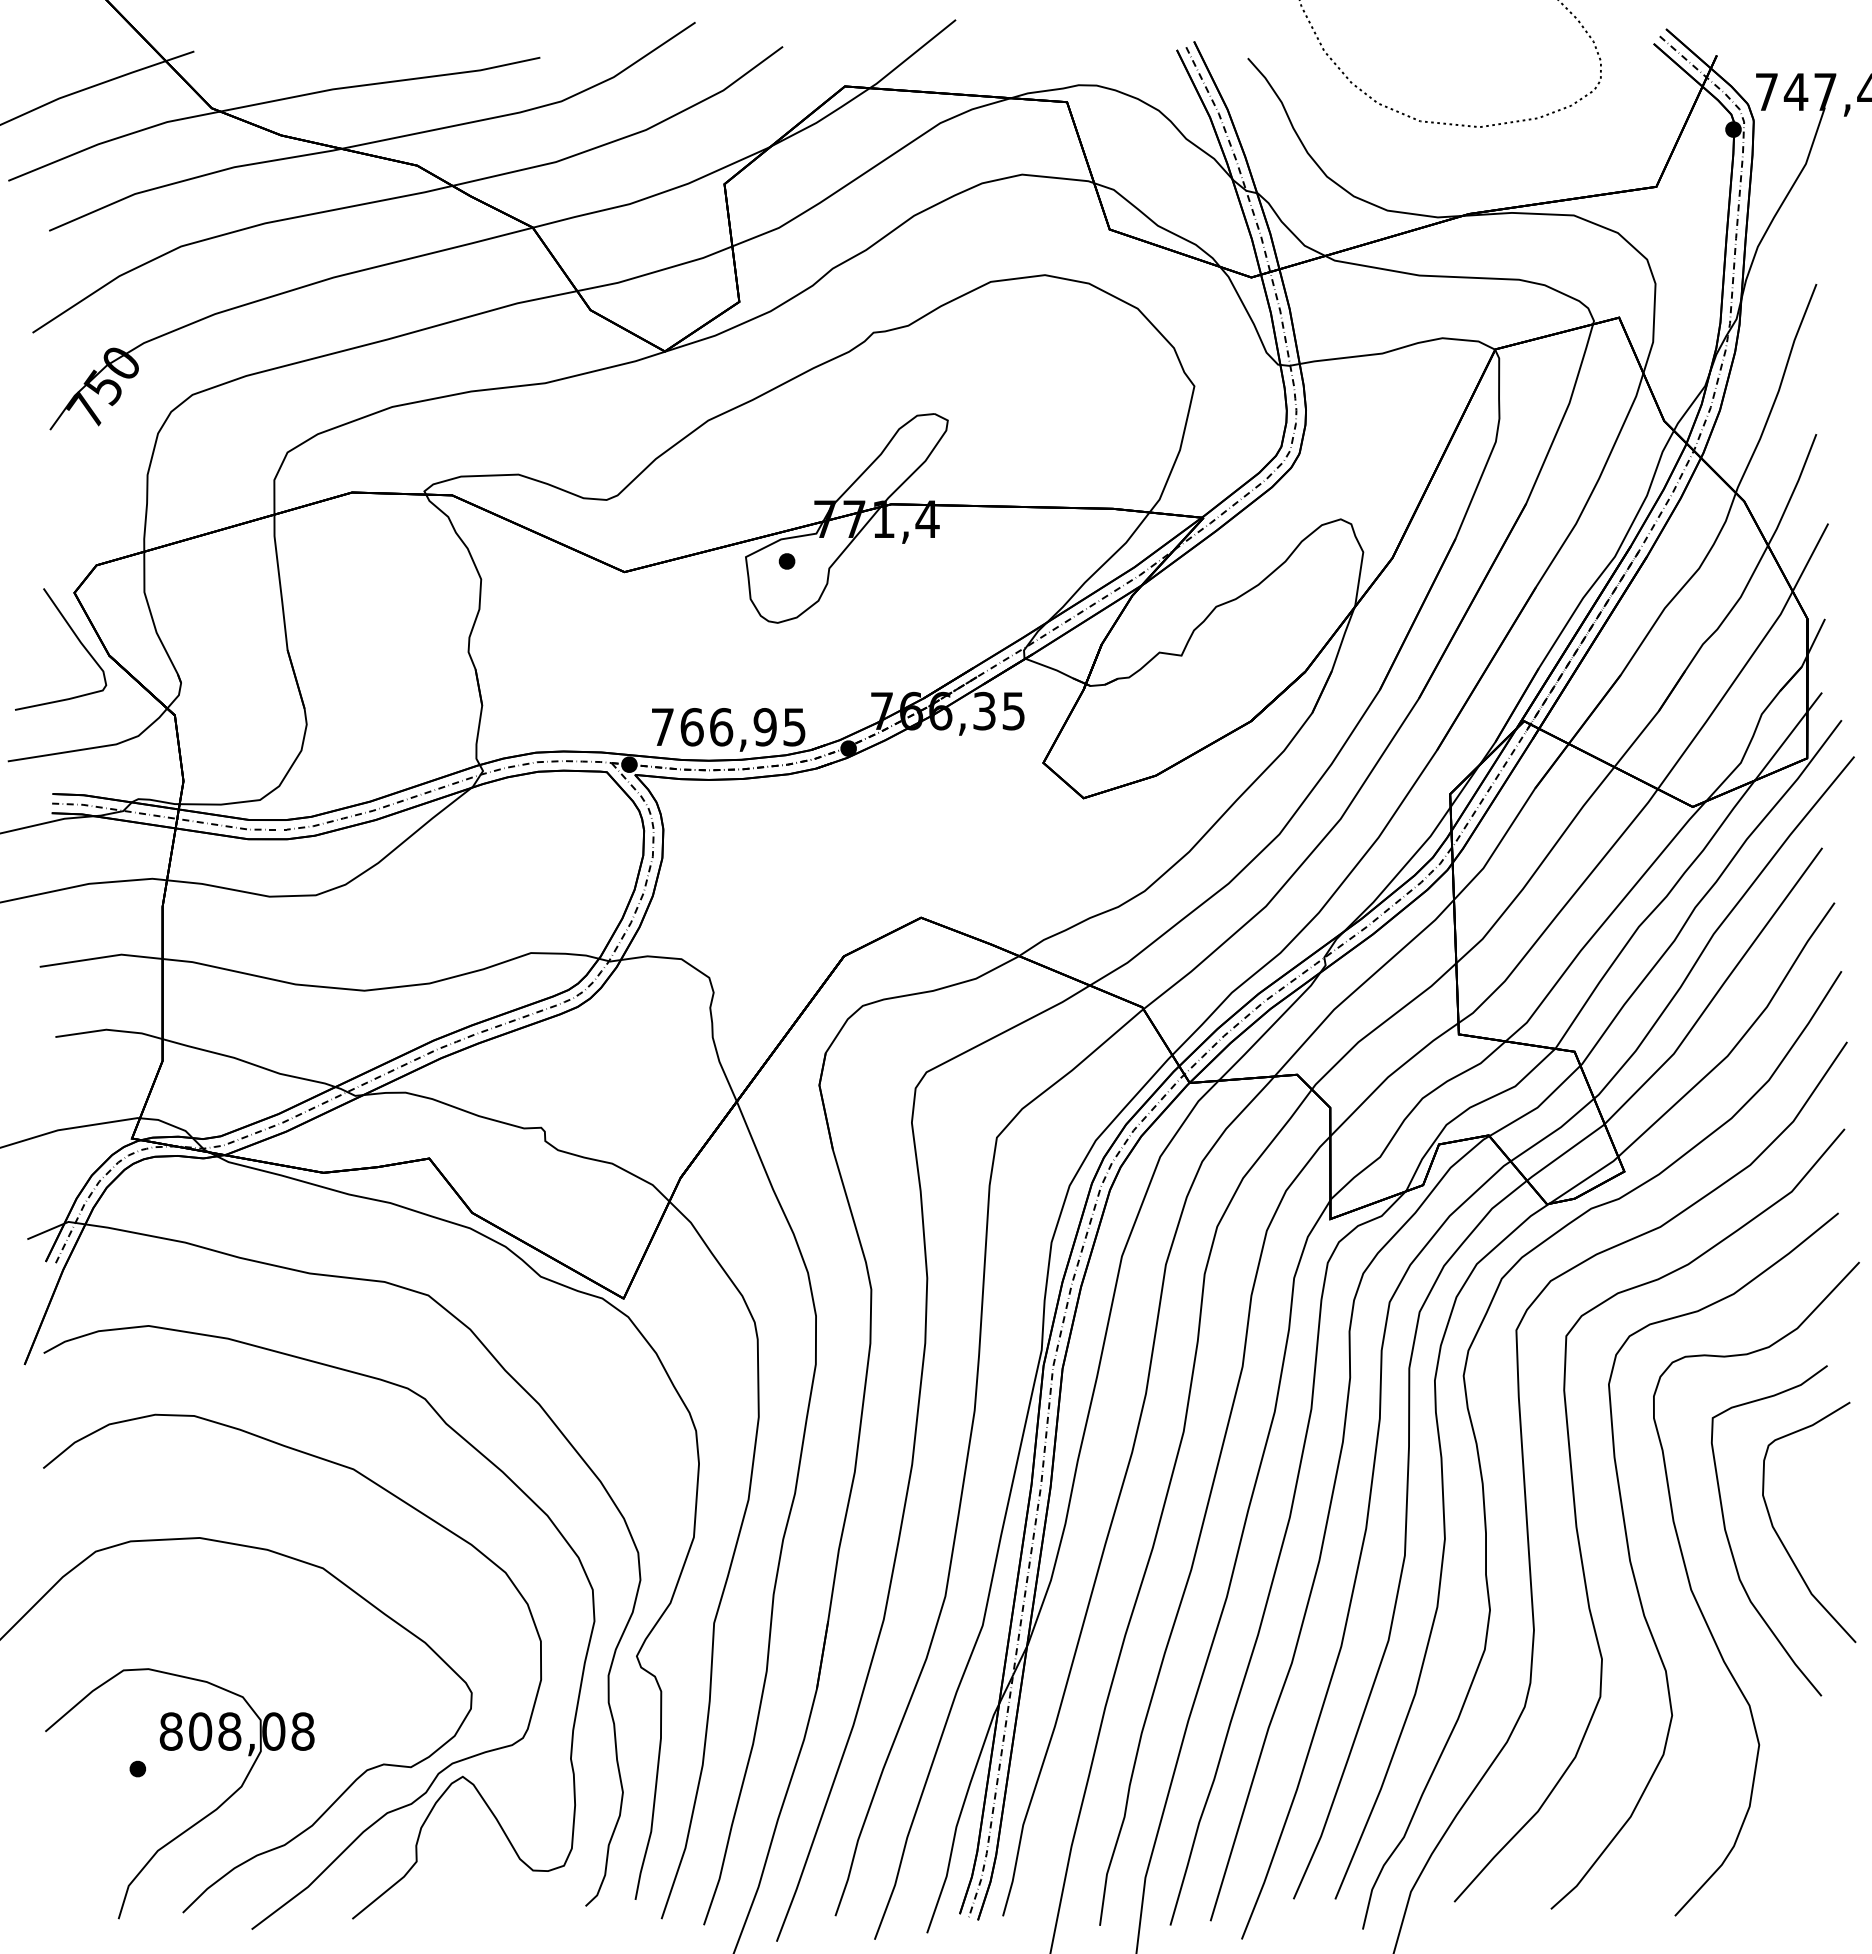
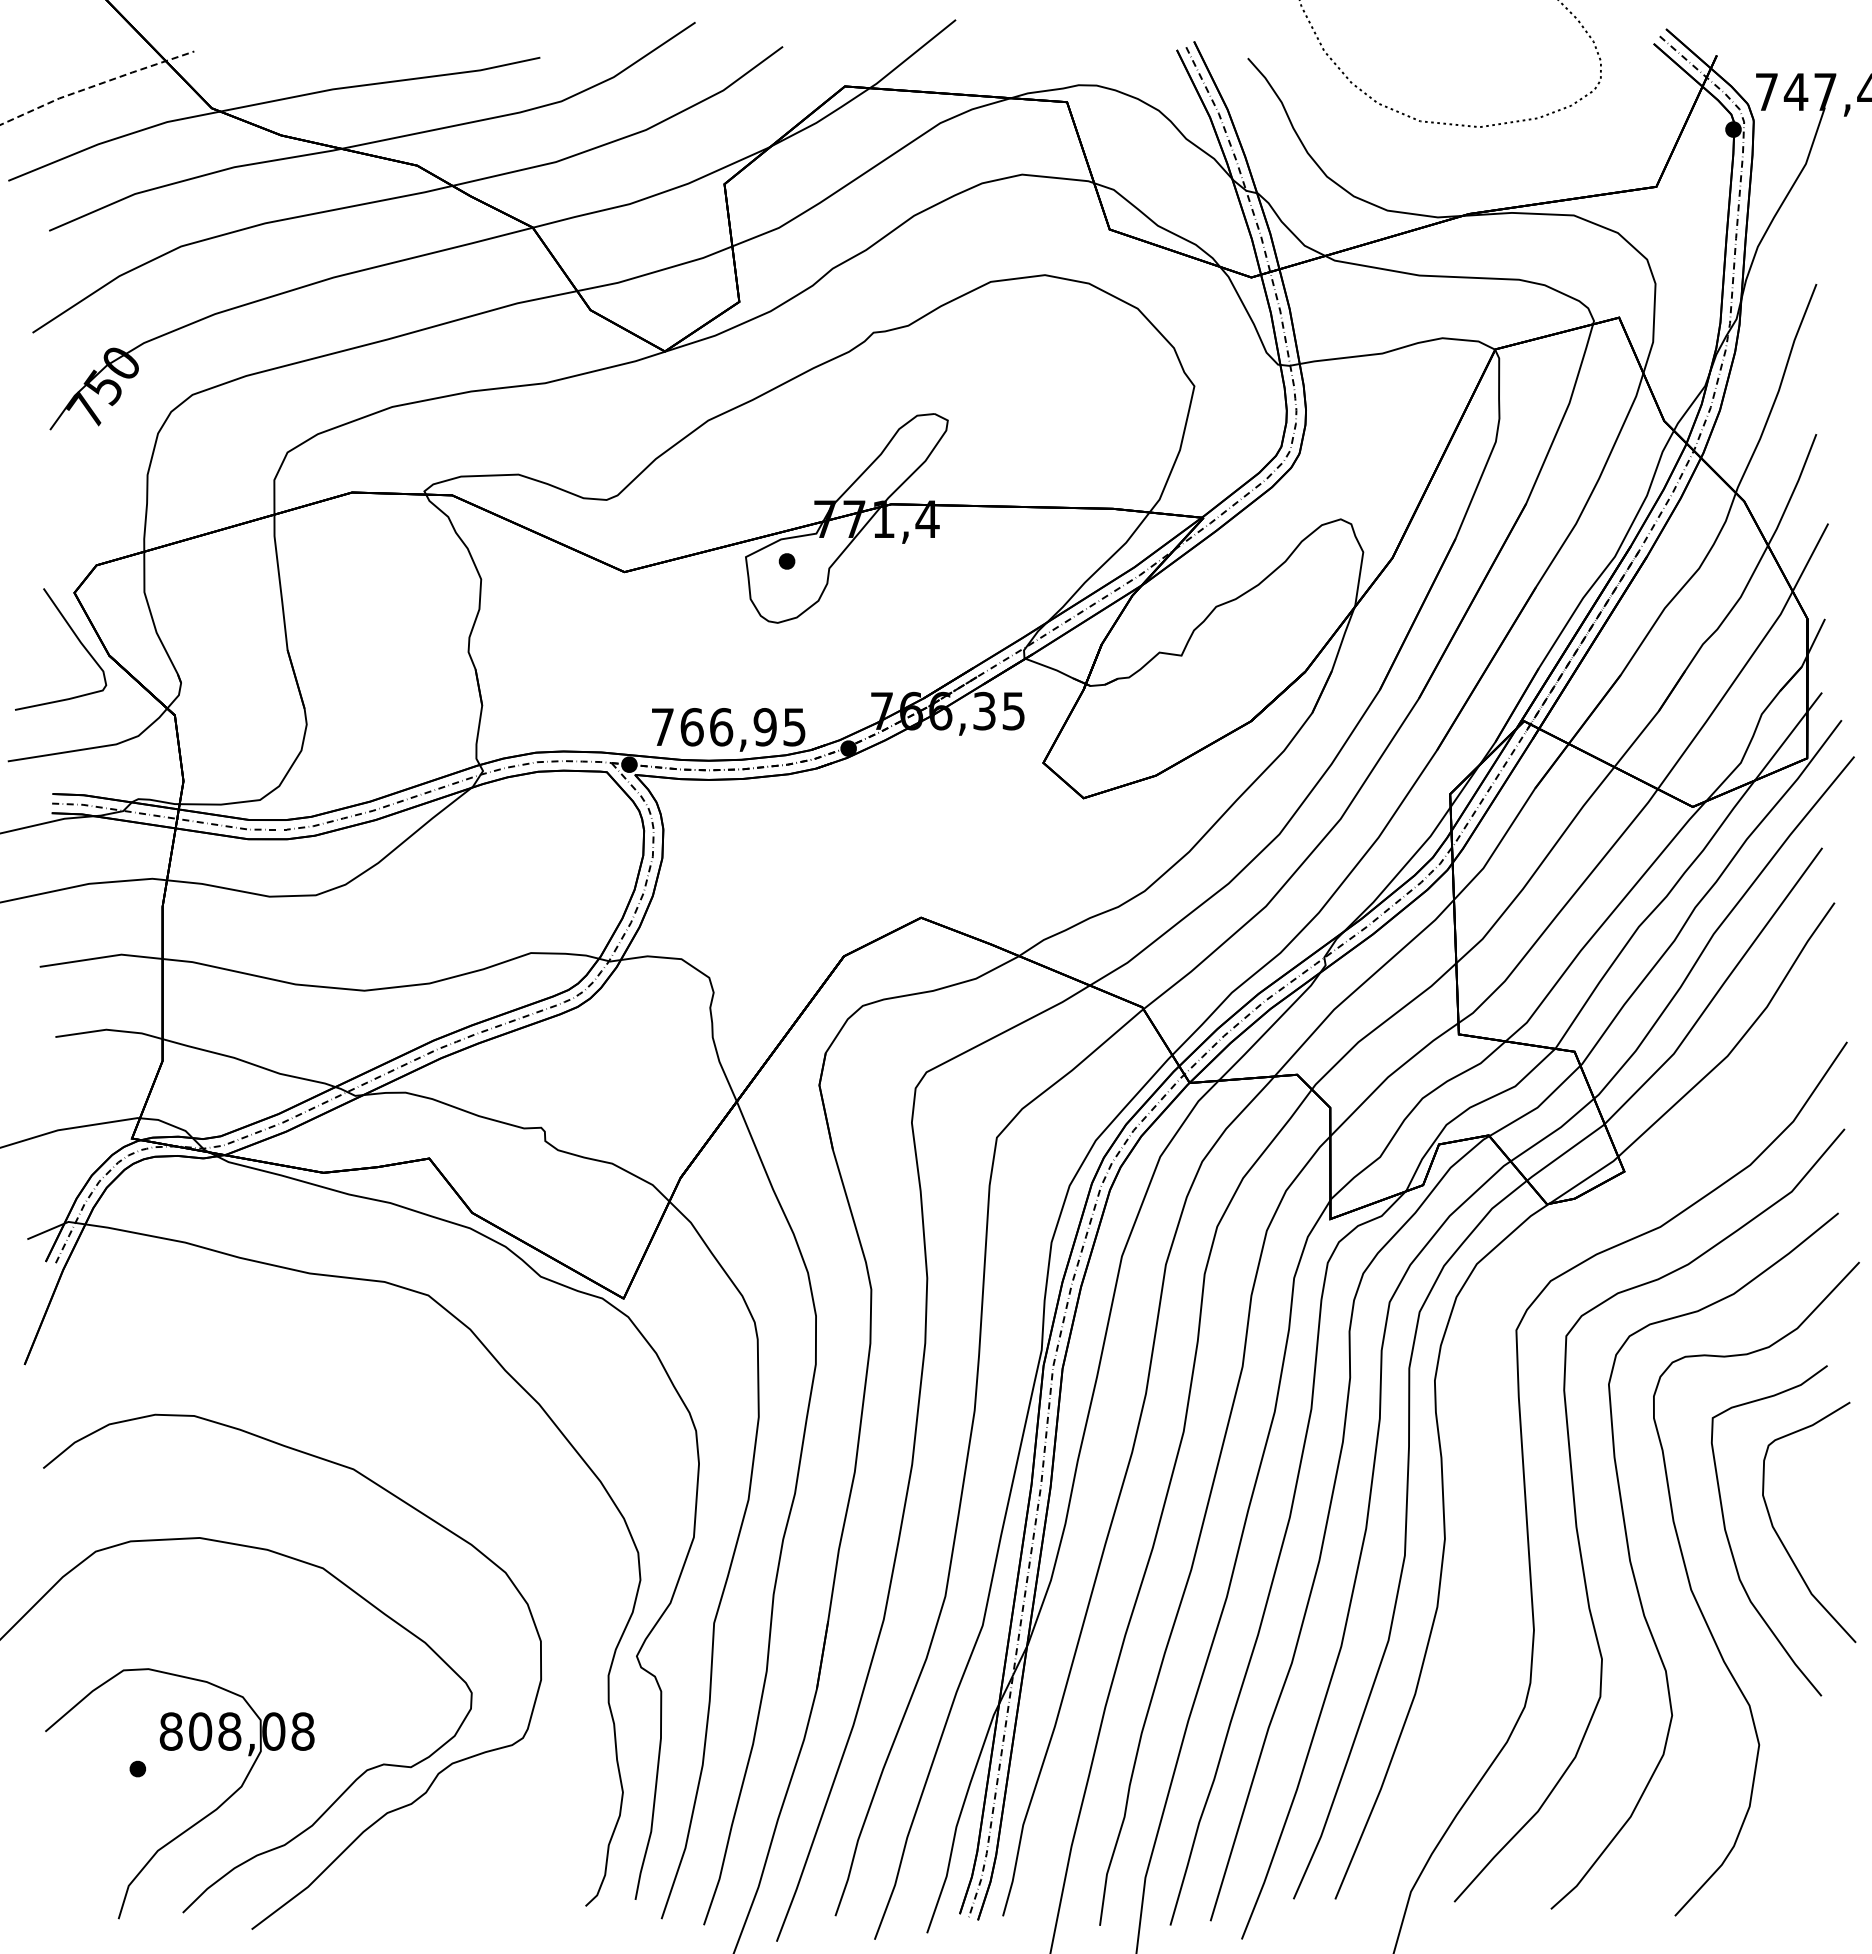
line at (96, 85): solid -> dashed
curve at (1481, 1467): present -> none
curve at (451, 1782): present -> none
